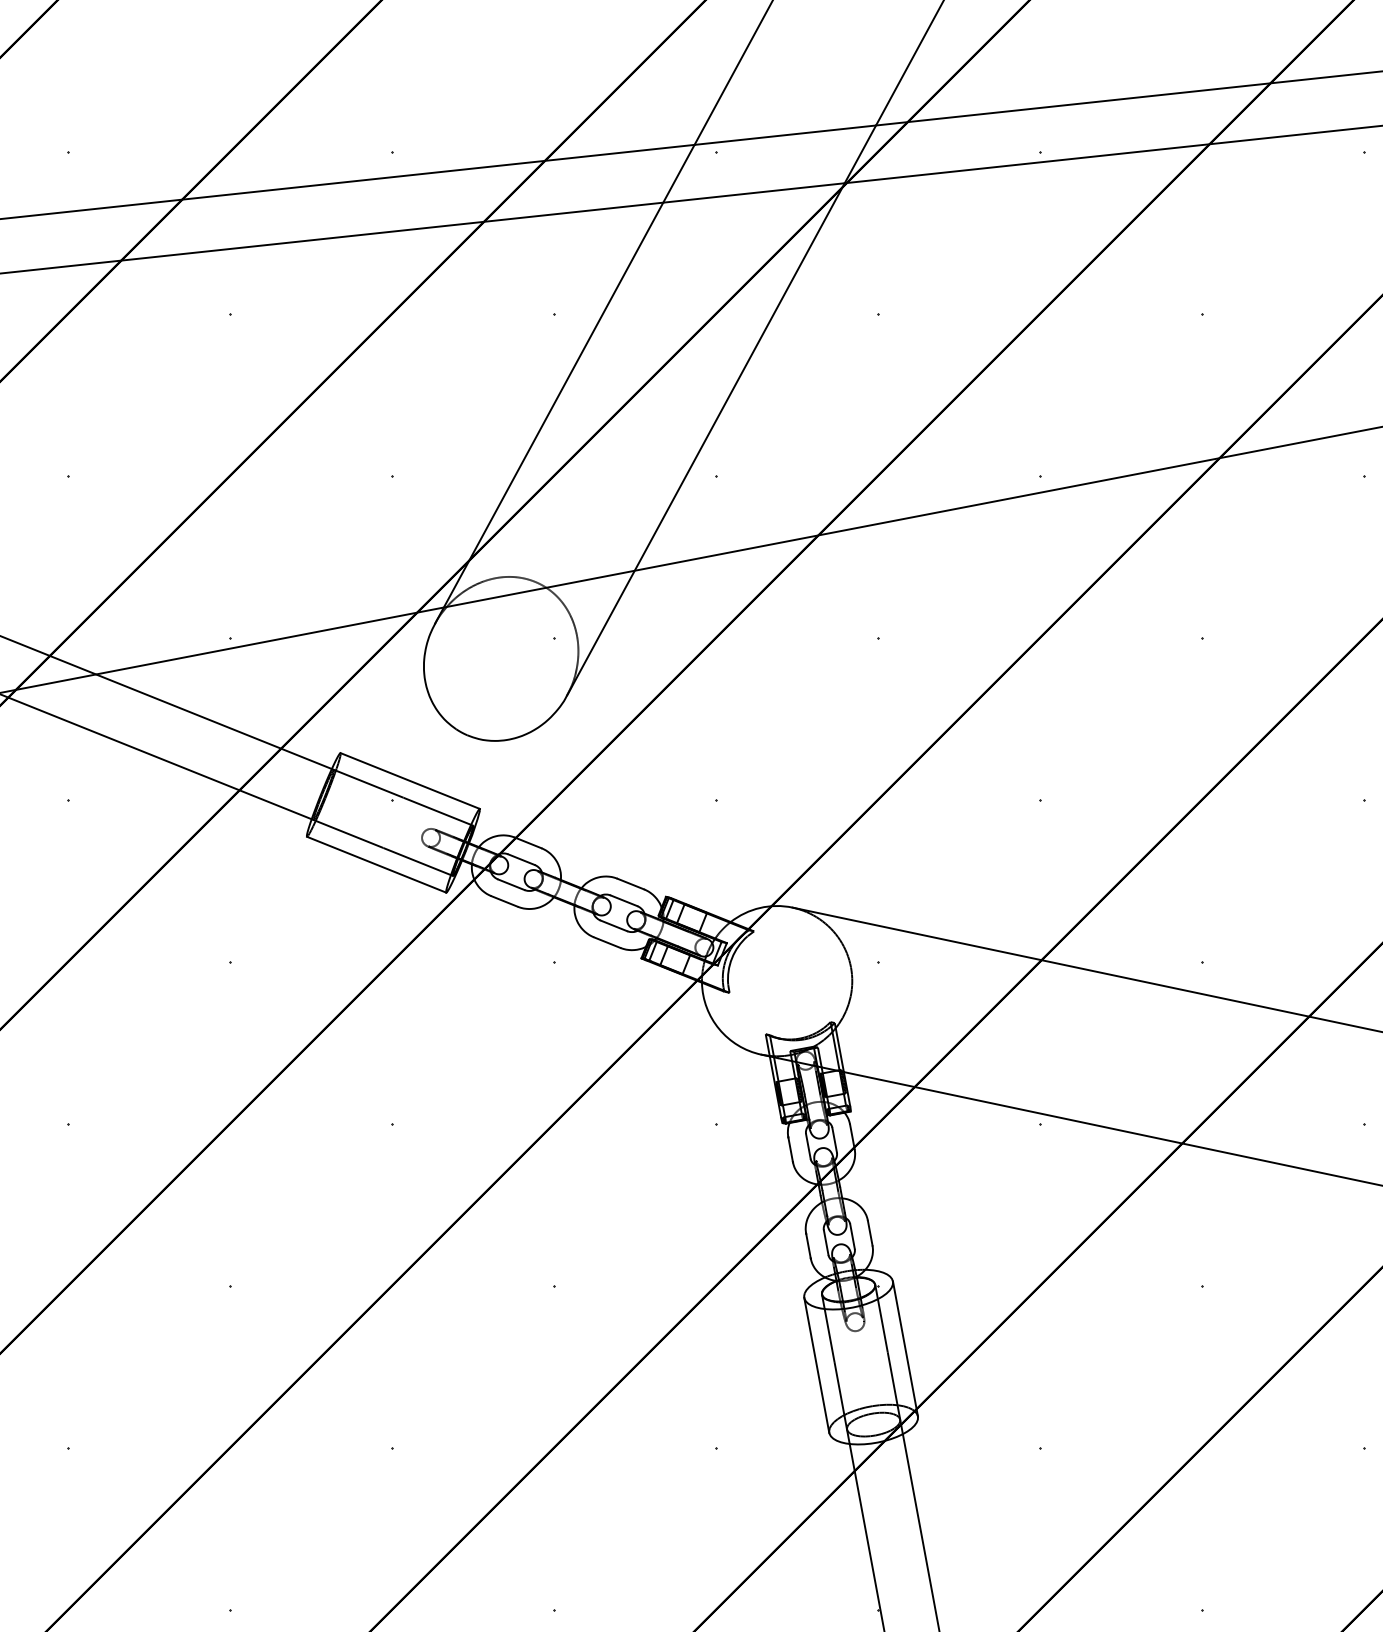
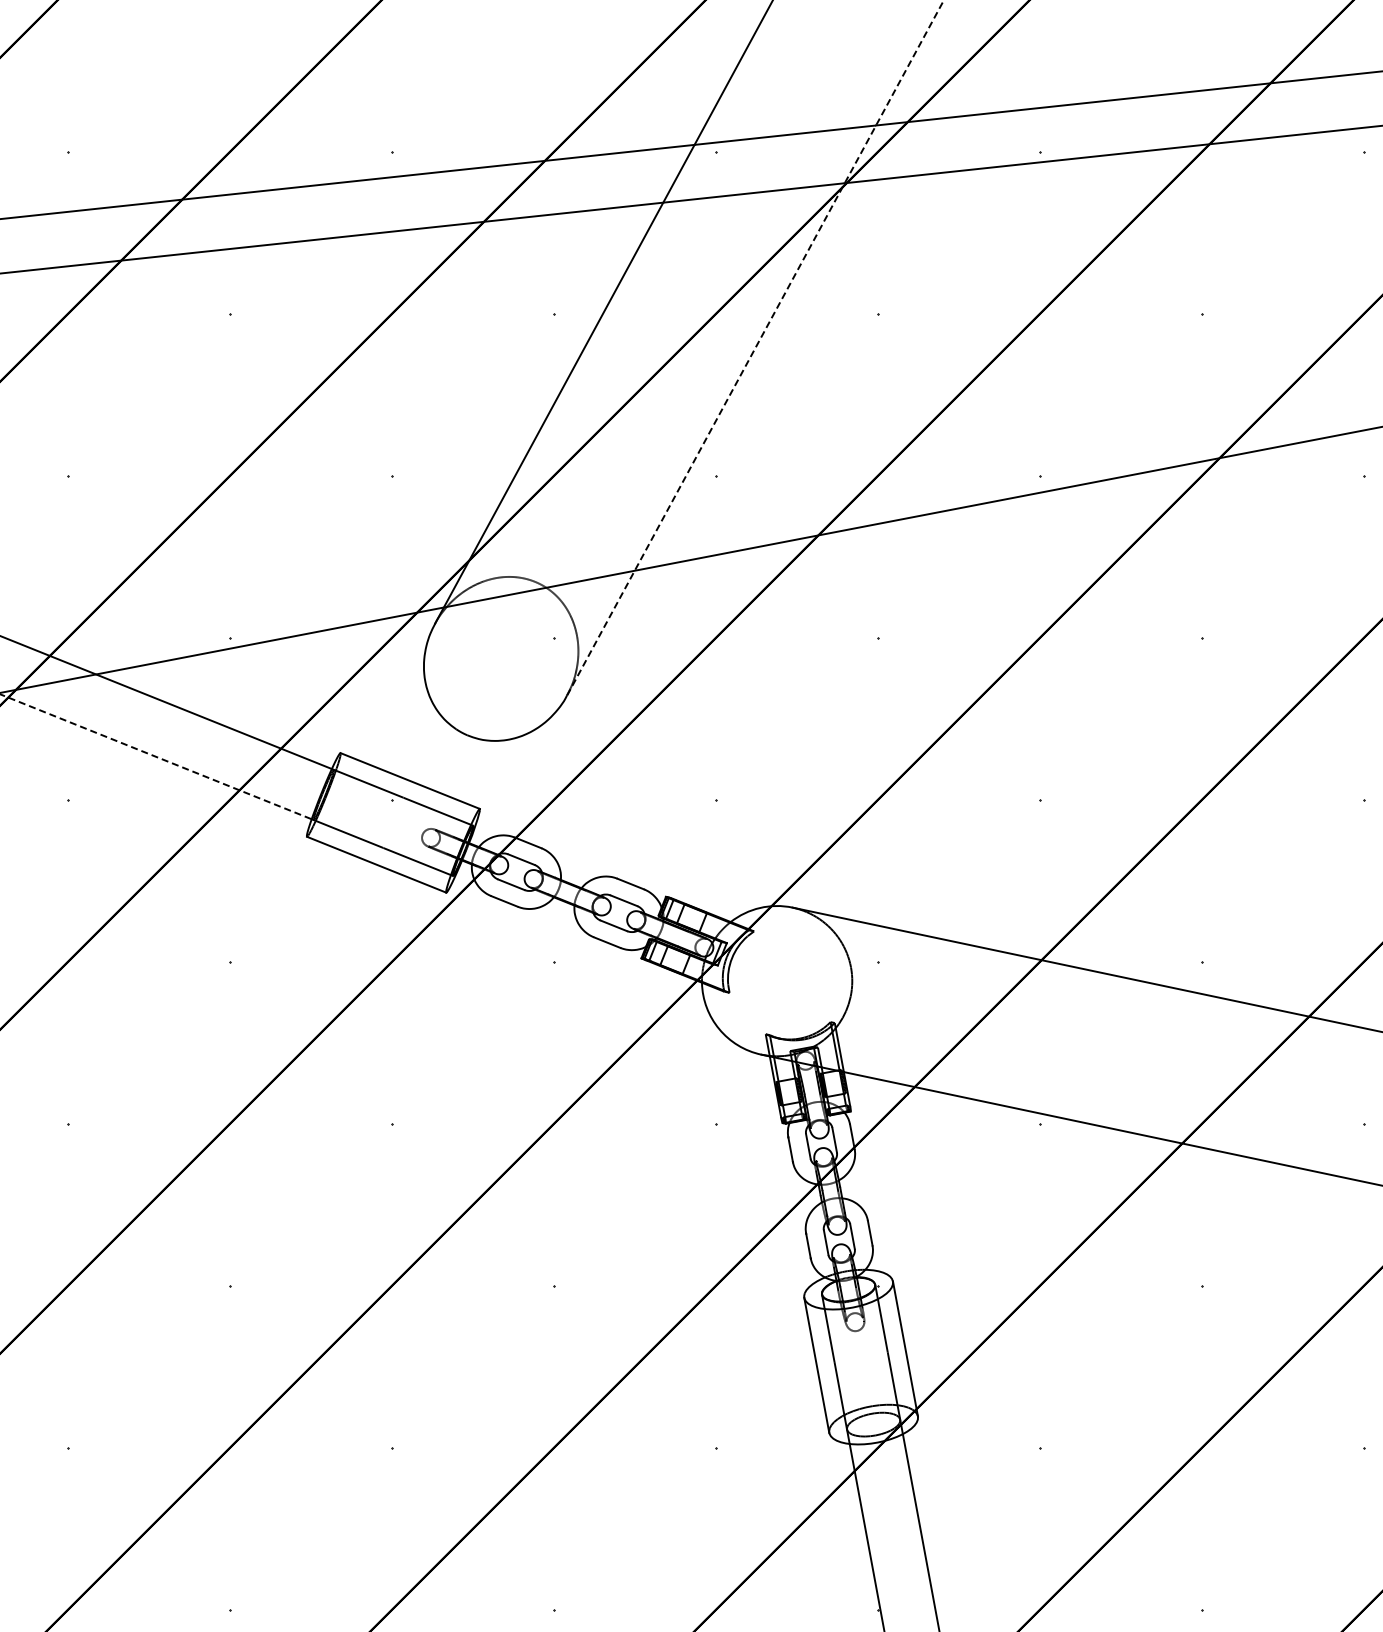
line at (755, 347): solid -> dashed
line at (155, 756): solid -> dashed
